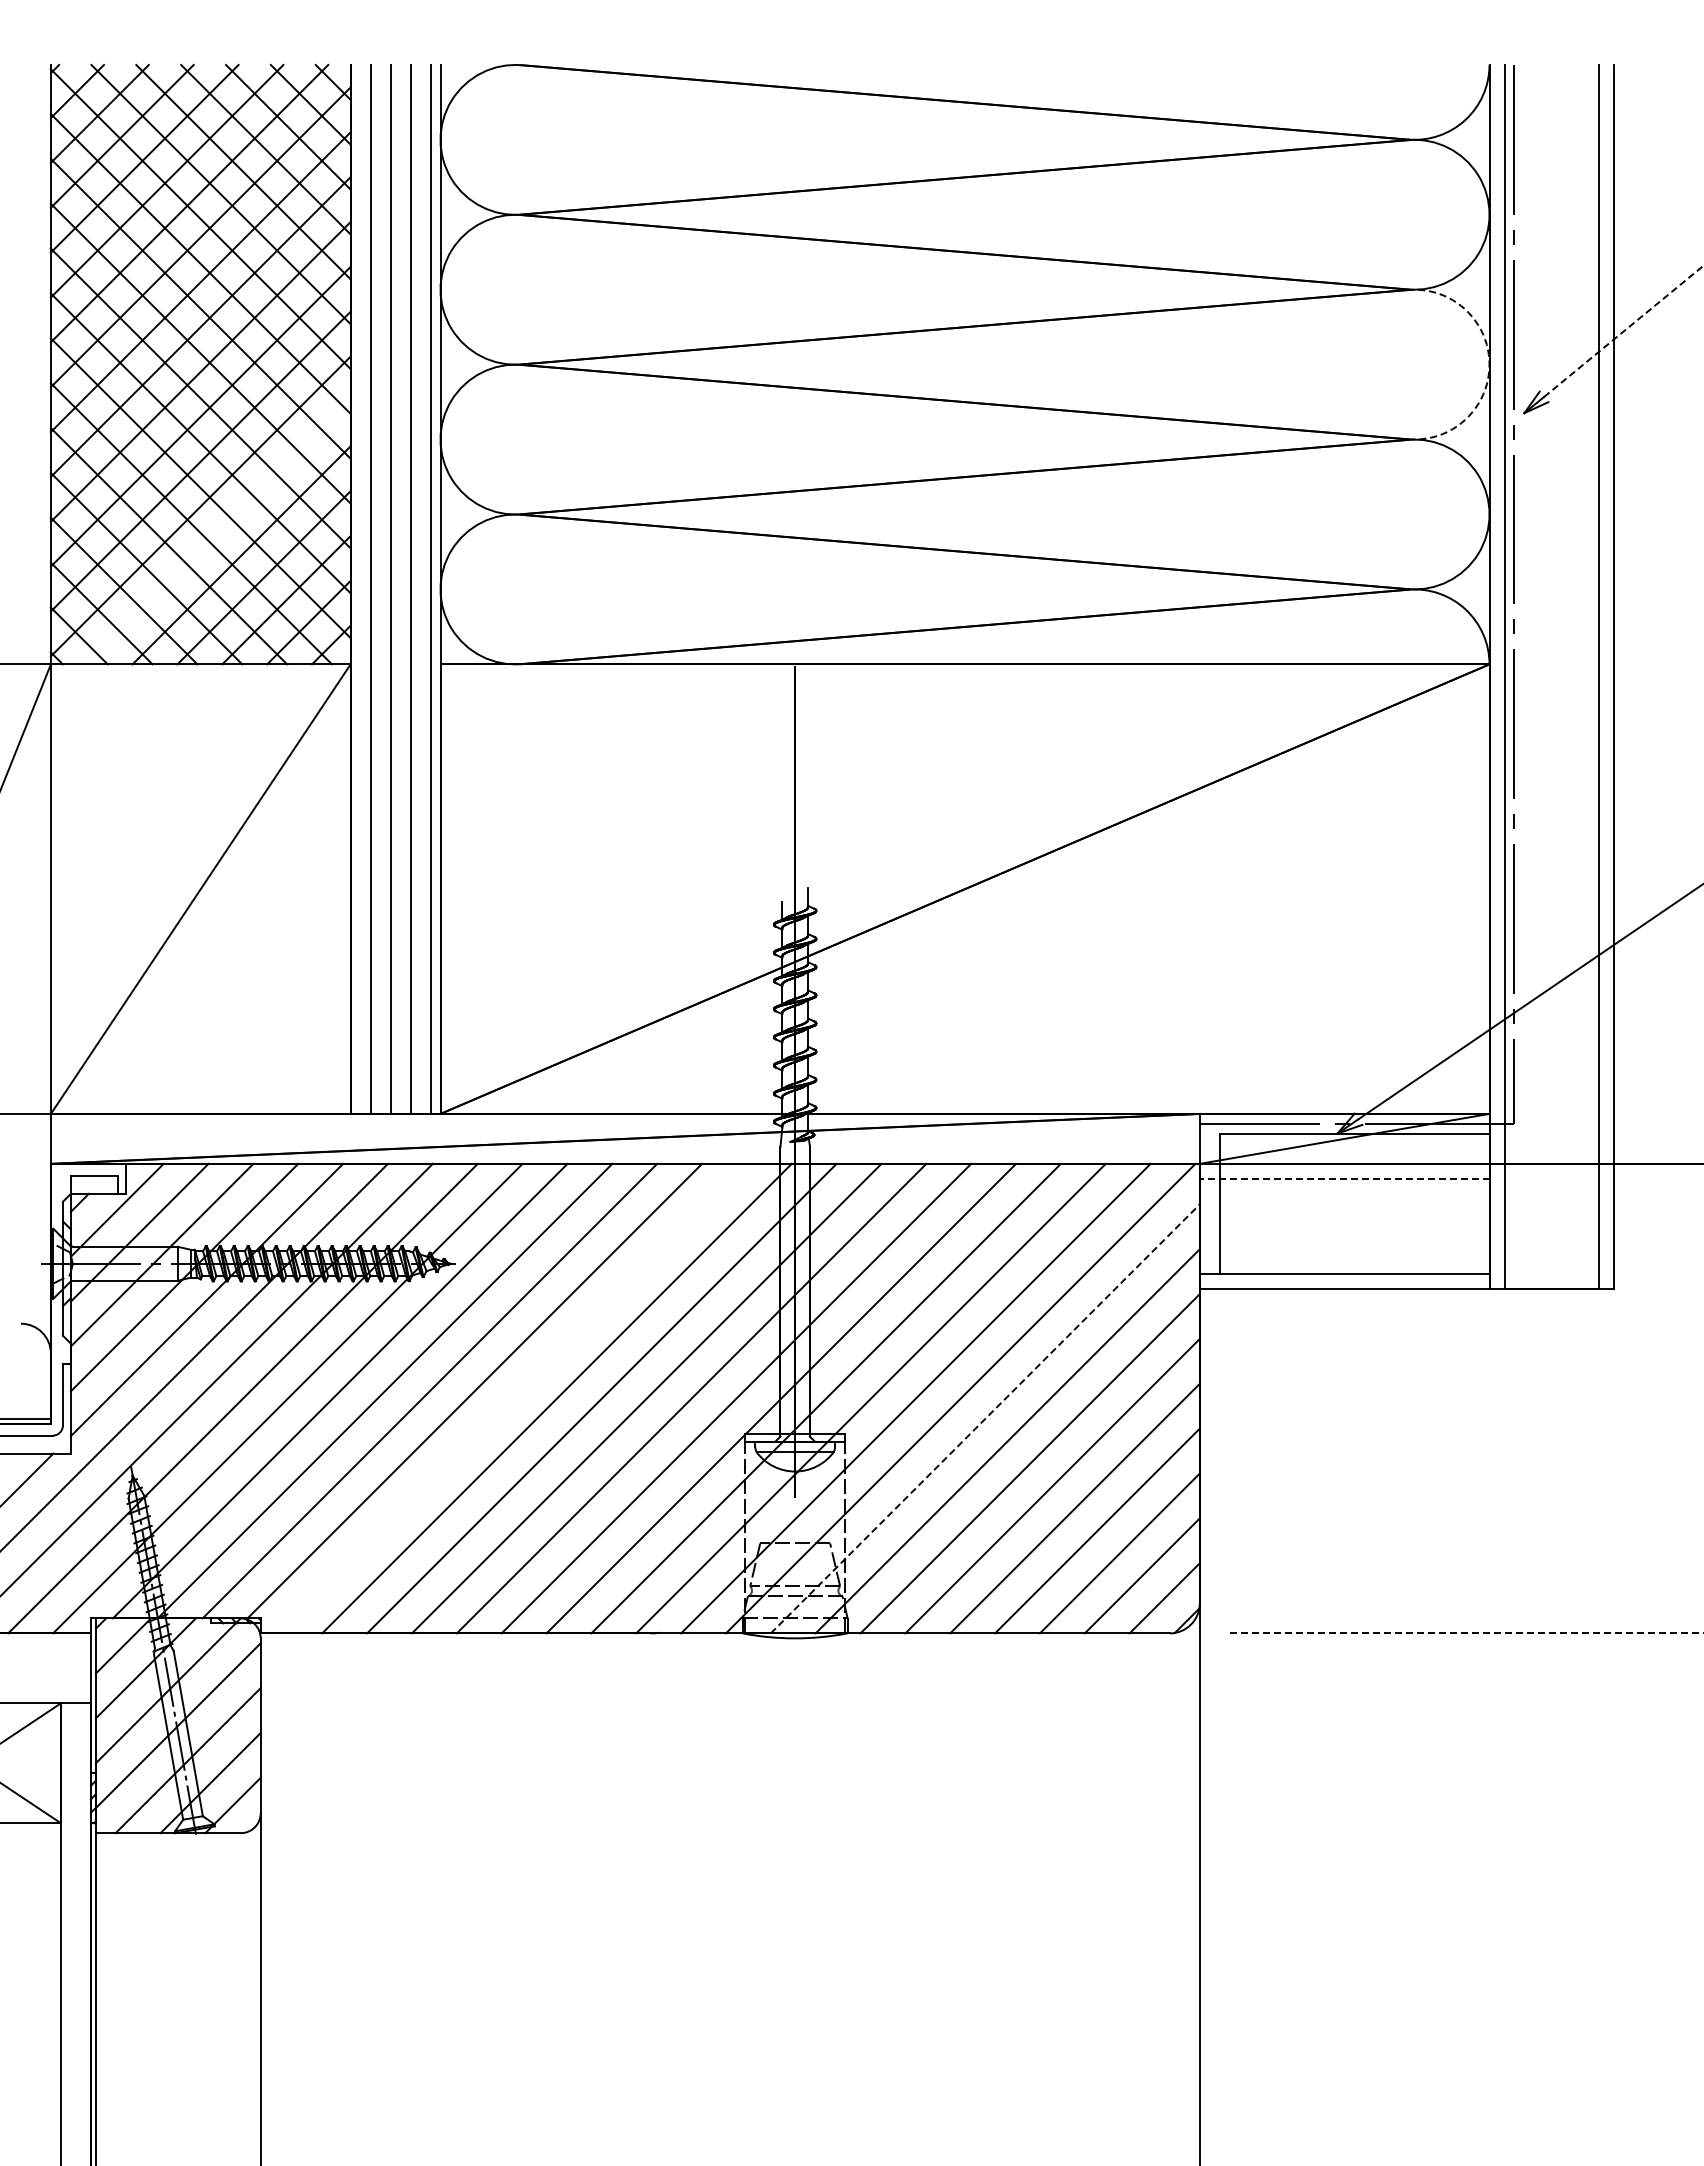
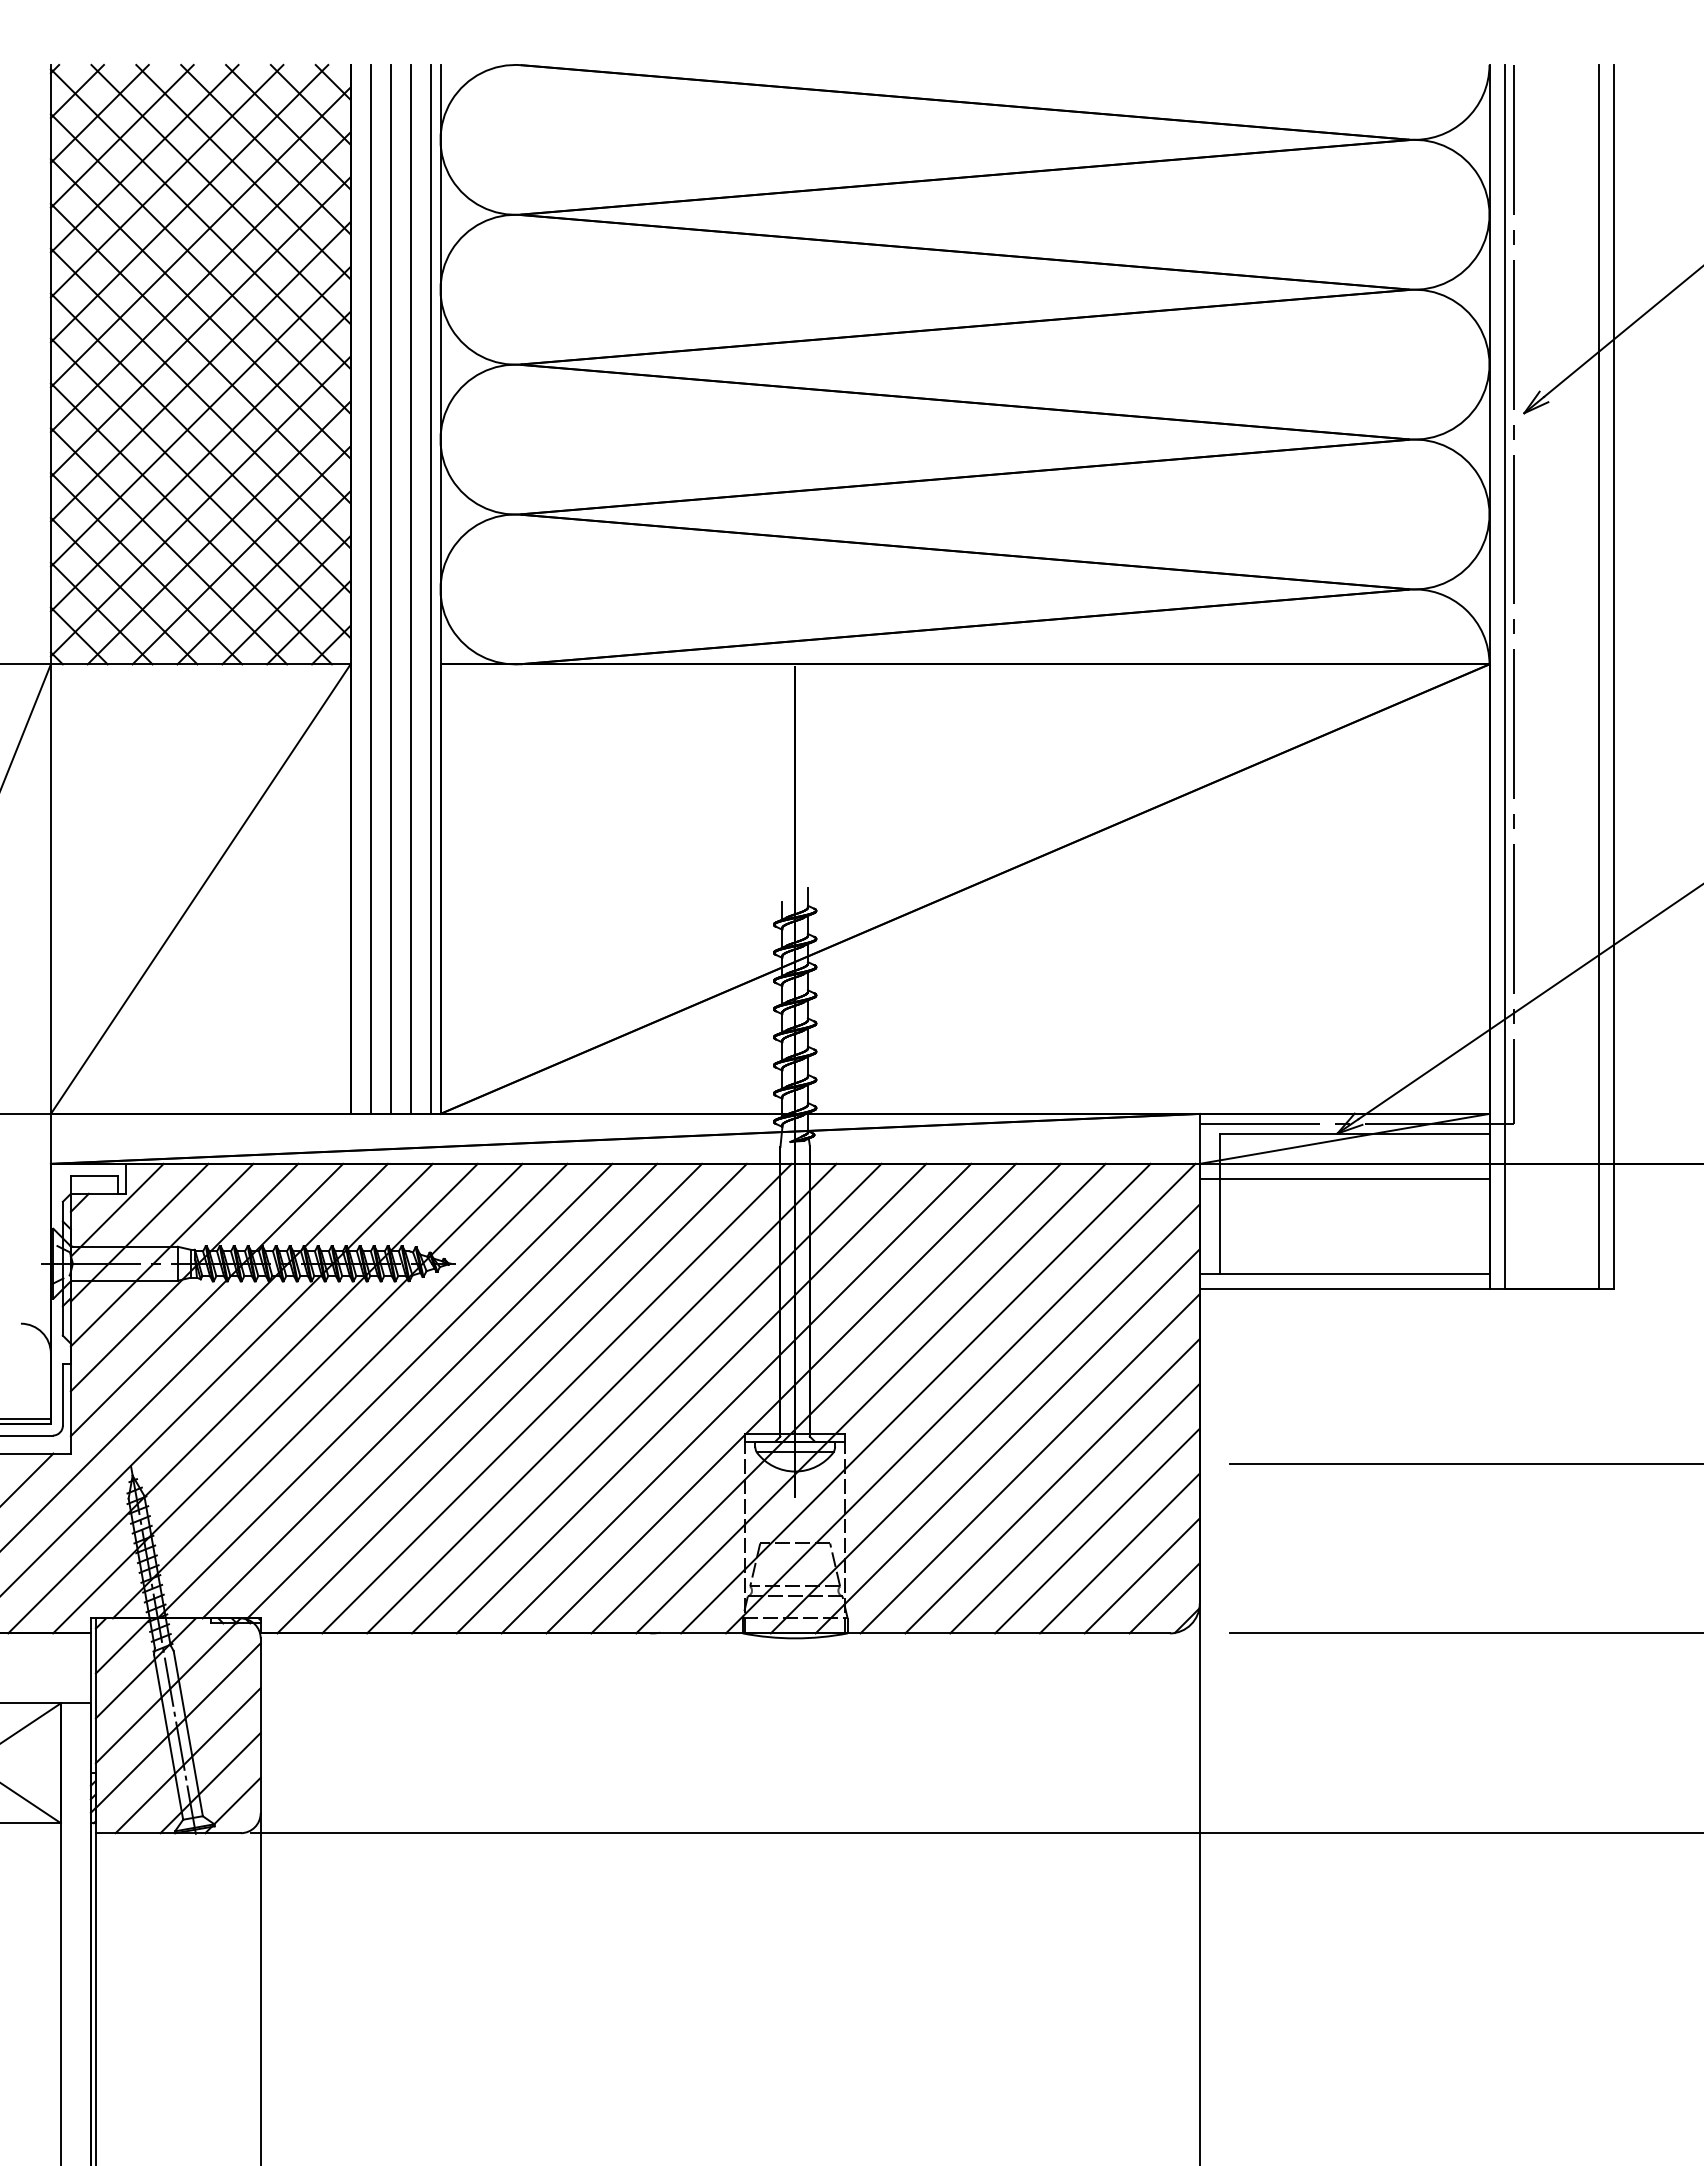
line at (1624, 331): dashed -> solid
arc at (1489, 364): dashed -> solid
line at (218, 532): none -> present
line at (1344, 1178): dashed -> solid
line at (511, 1398): none -> present
line at (985, 1418): dashed -> solid
line at (1464, 1463): none -> present
line at (1466, 1633): dashed -> solid
line at (975, 1833): none -> present
